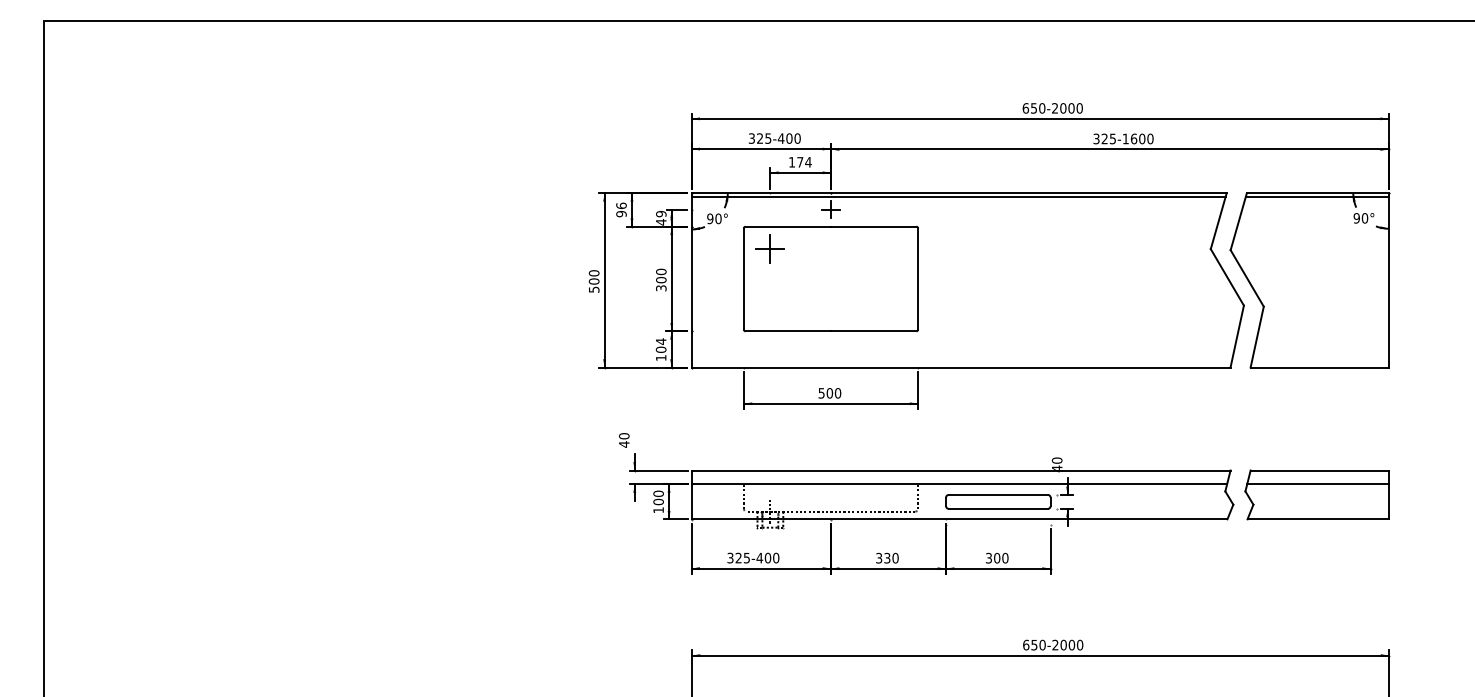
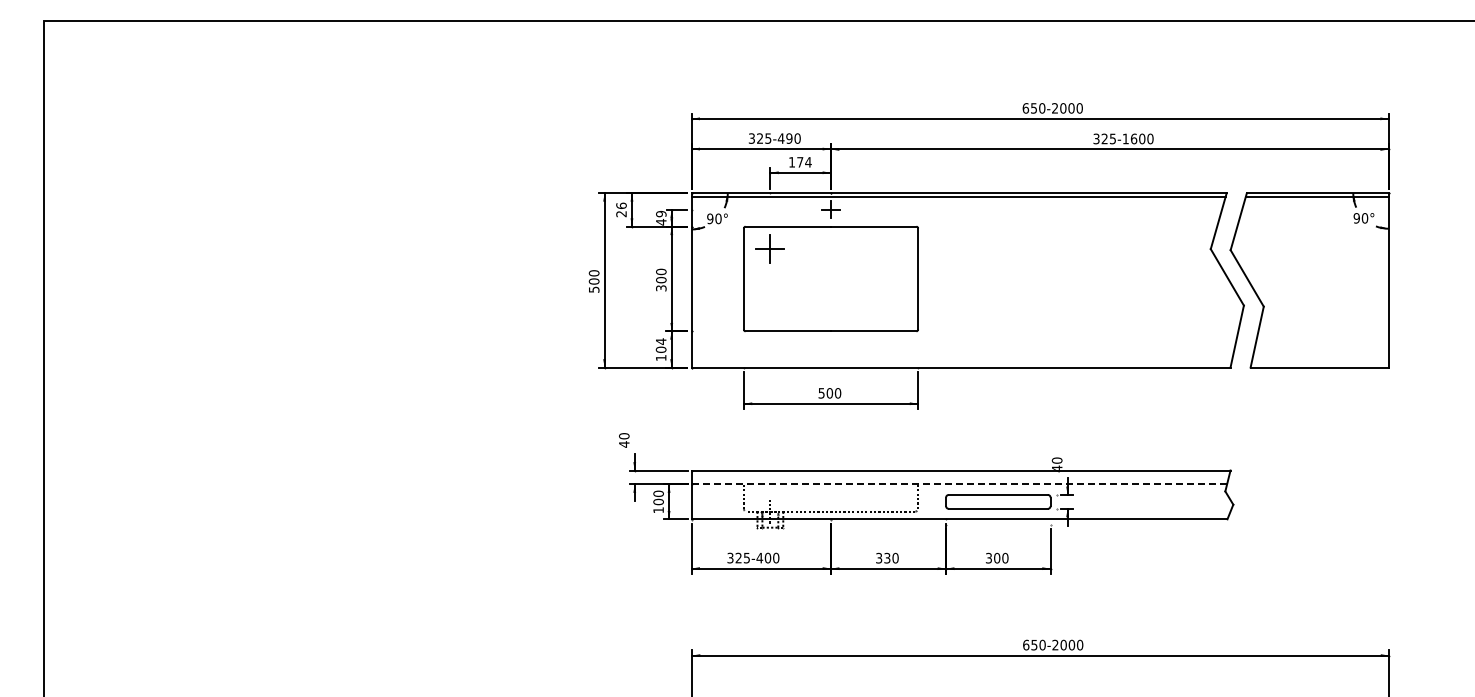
text at (789, 138): 325-400 -> 325-490
text at (621, 214): 96 -> 26
line at (959, 484): solid -> dashed
part at (1316, 494): present -> none
